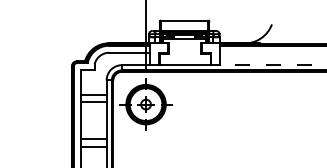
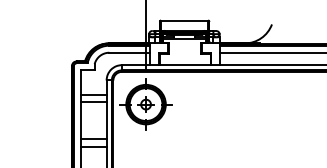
line at (271, 52): none -> present
line at (273, 65): dashed -> solid
